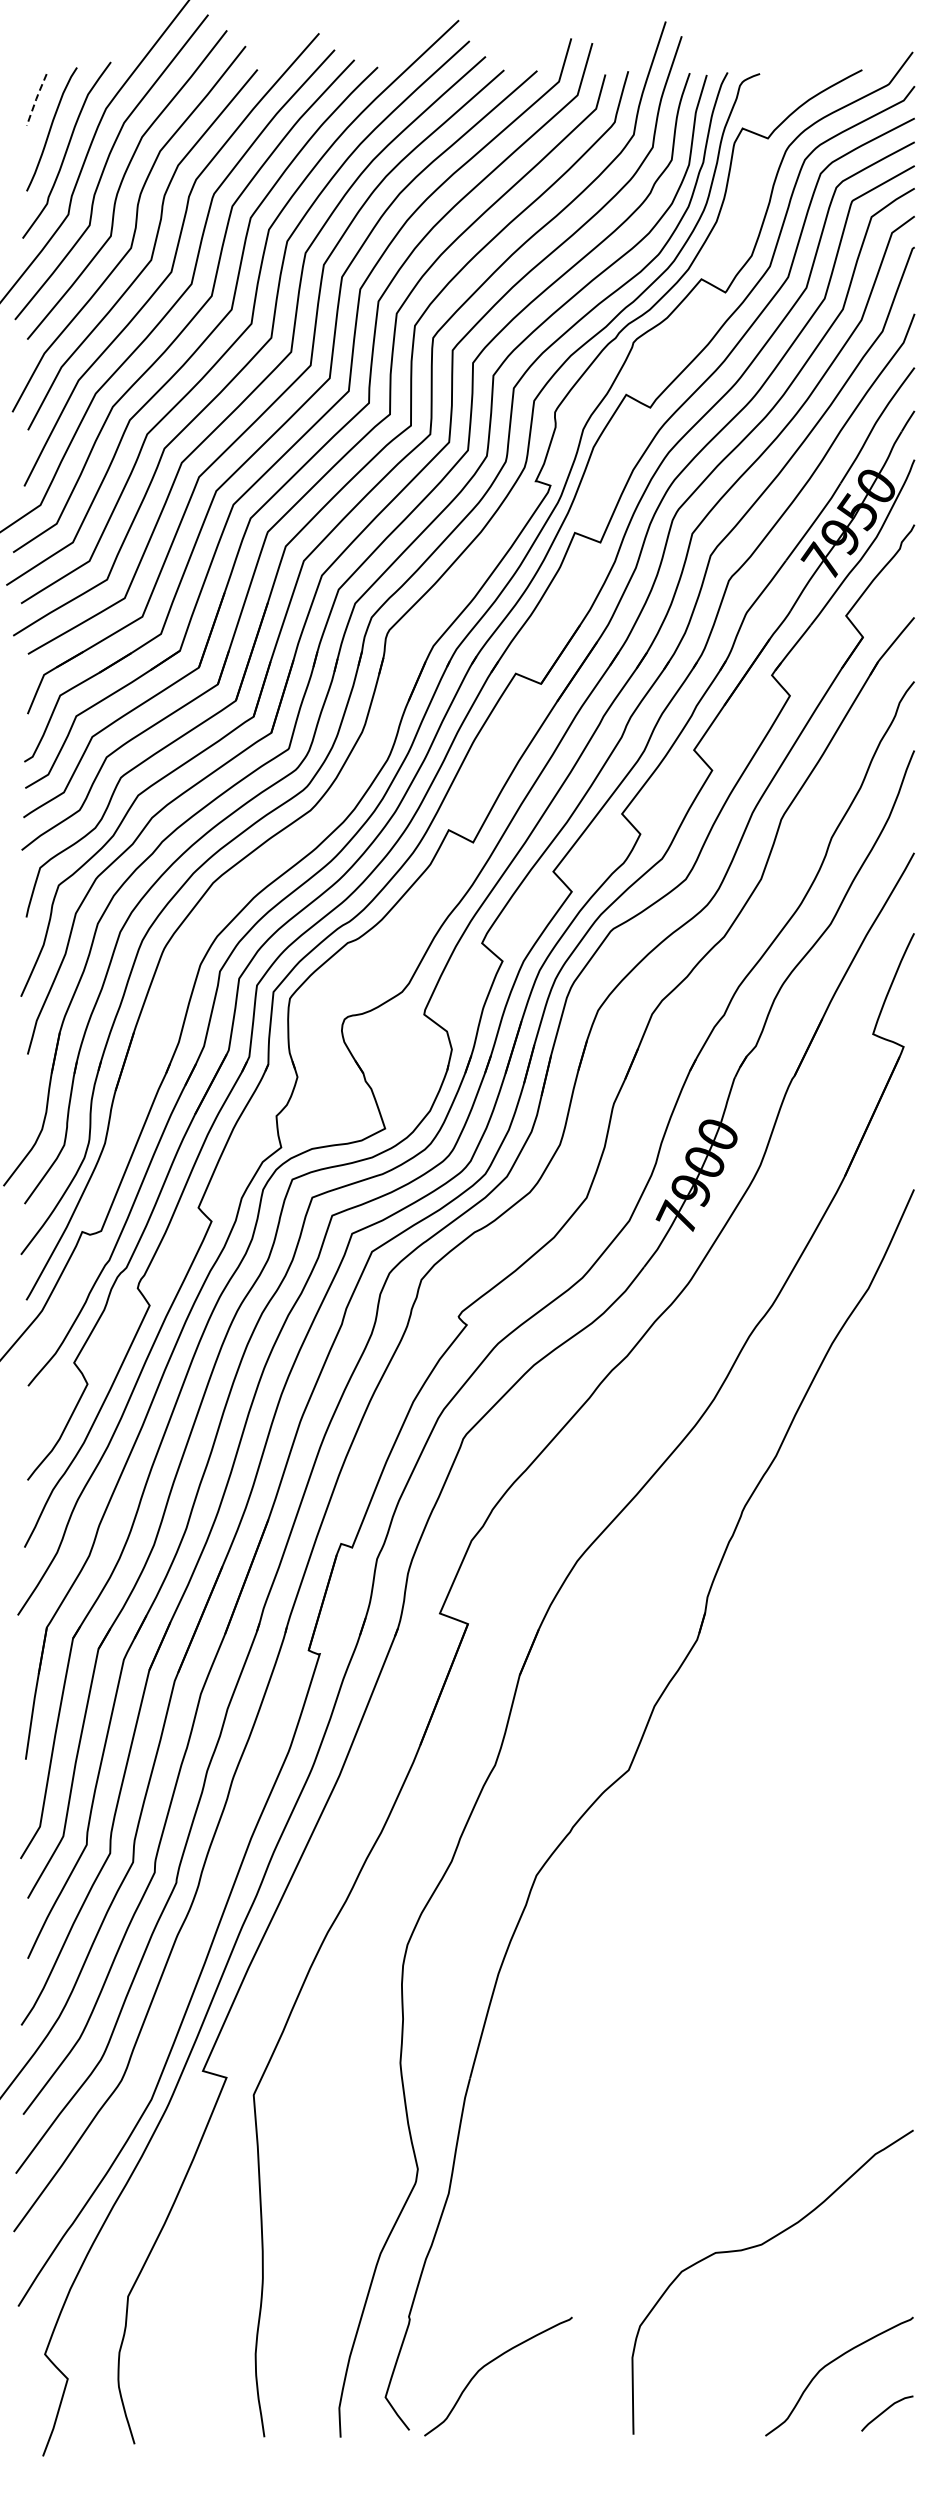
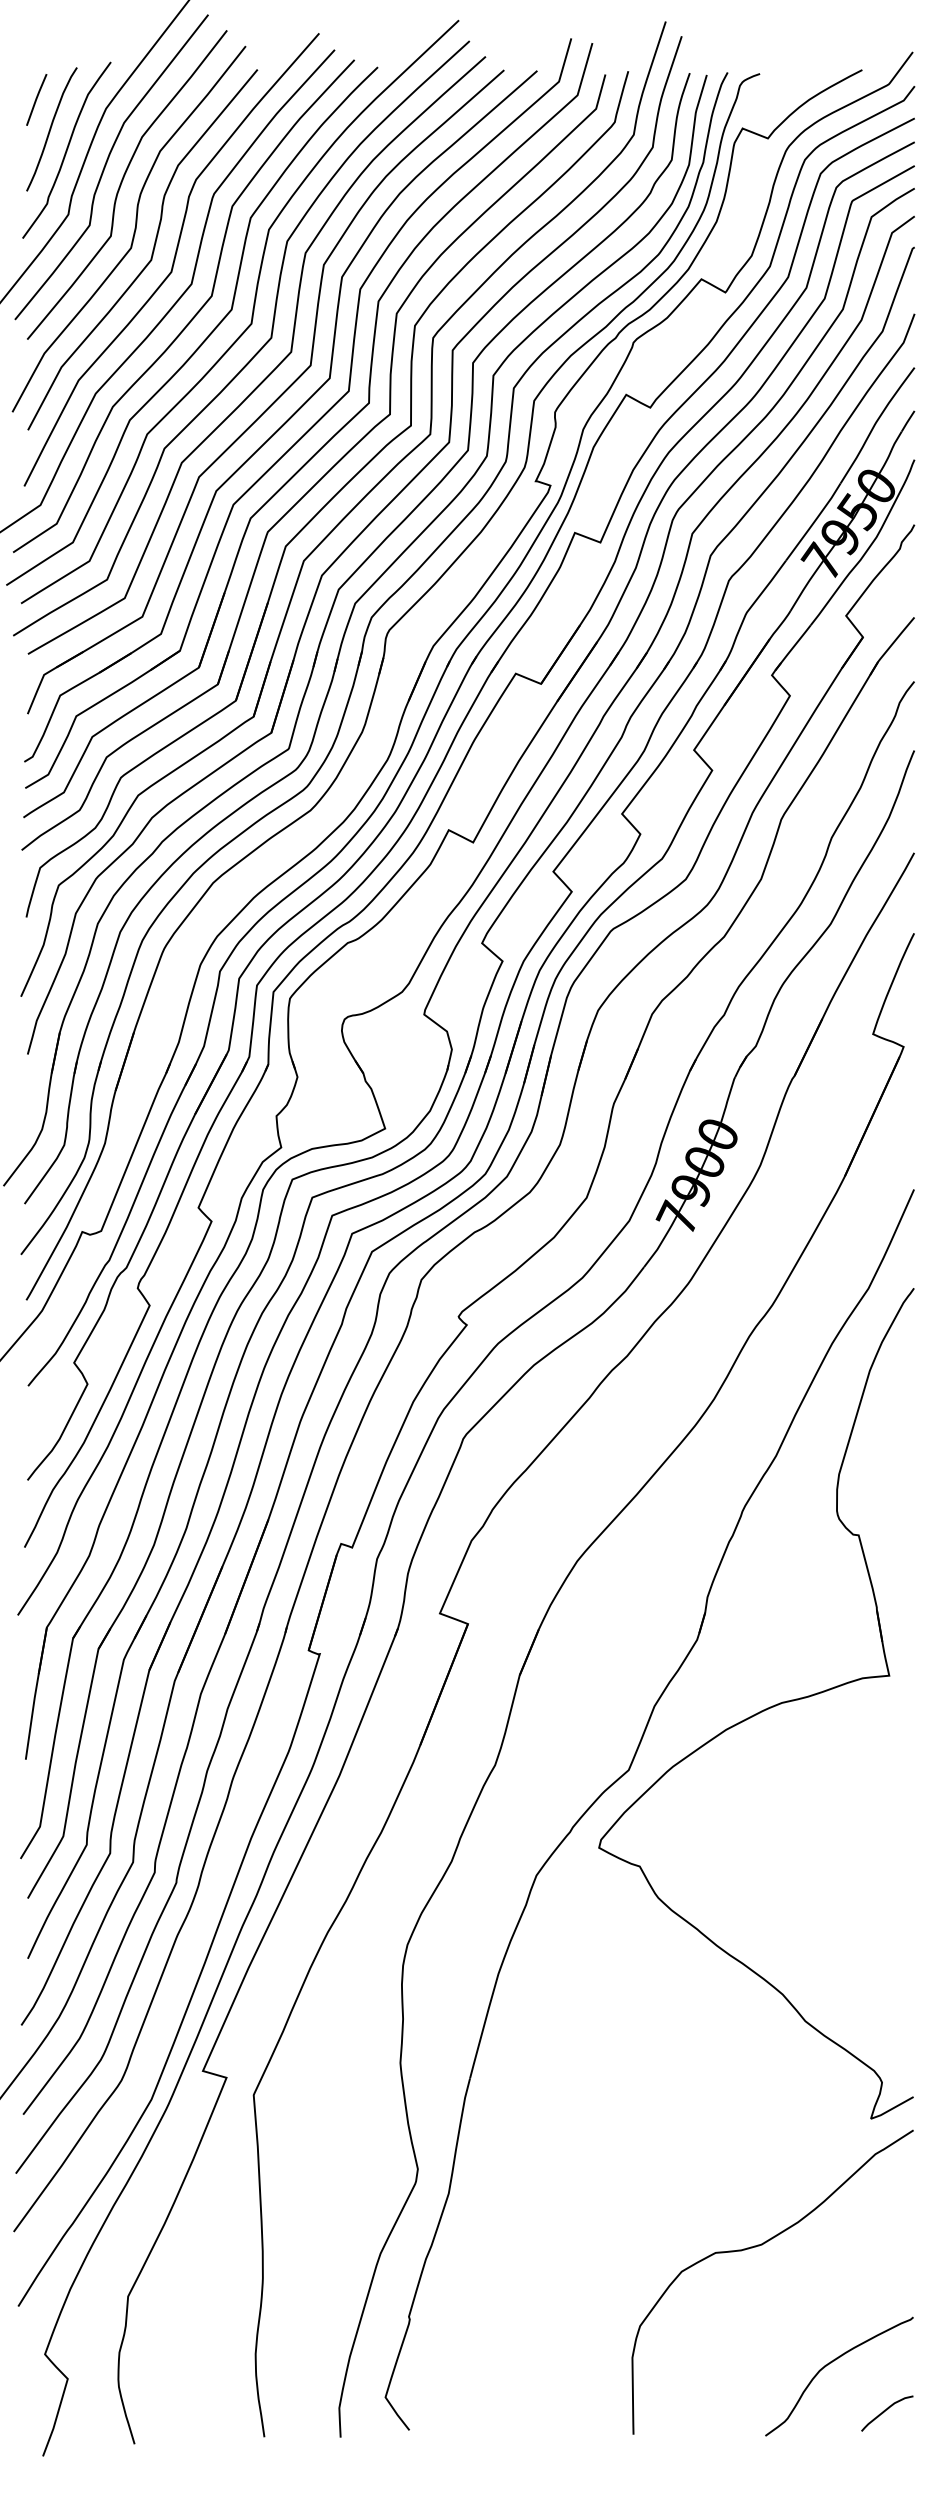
line at (36, 99): dashed -> solid
part at (759, 1711): none -> present
curve at (490, 2363): present -> none
